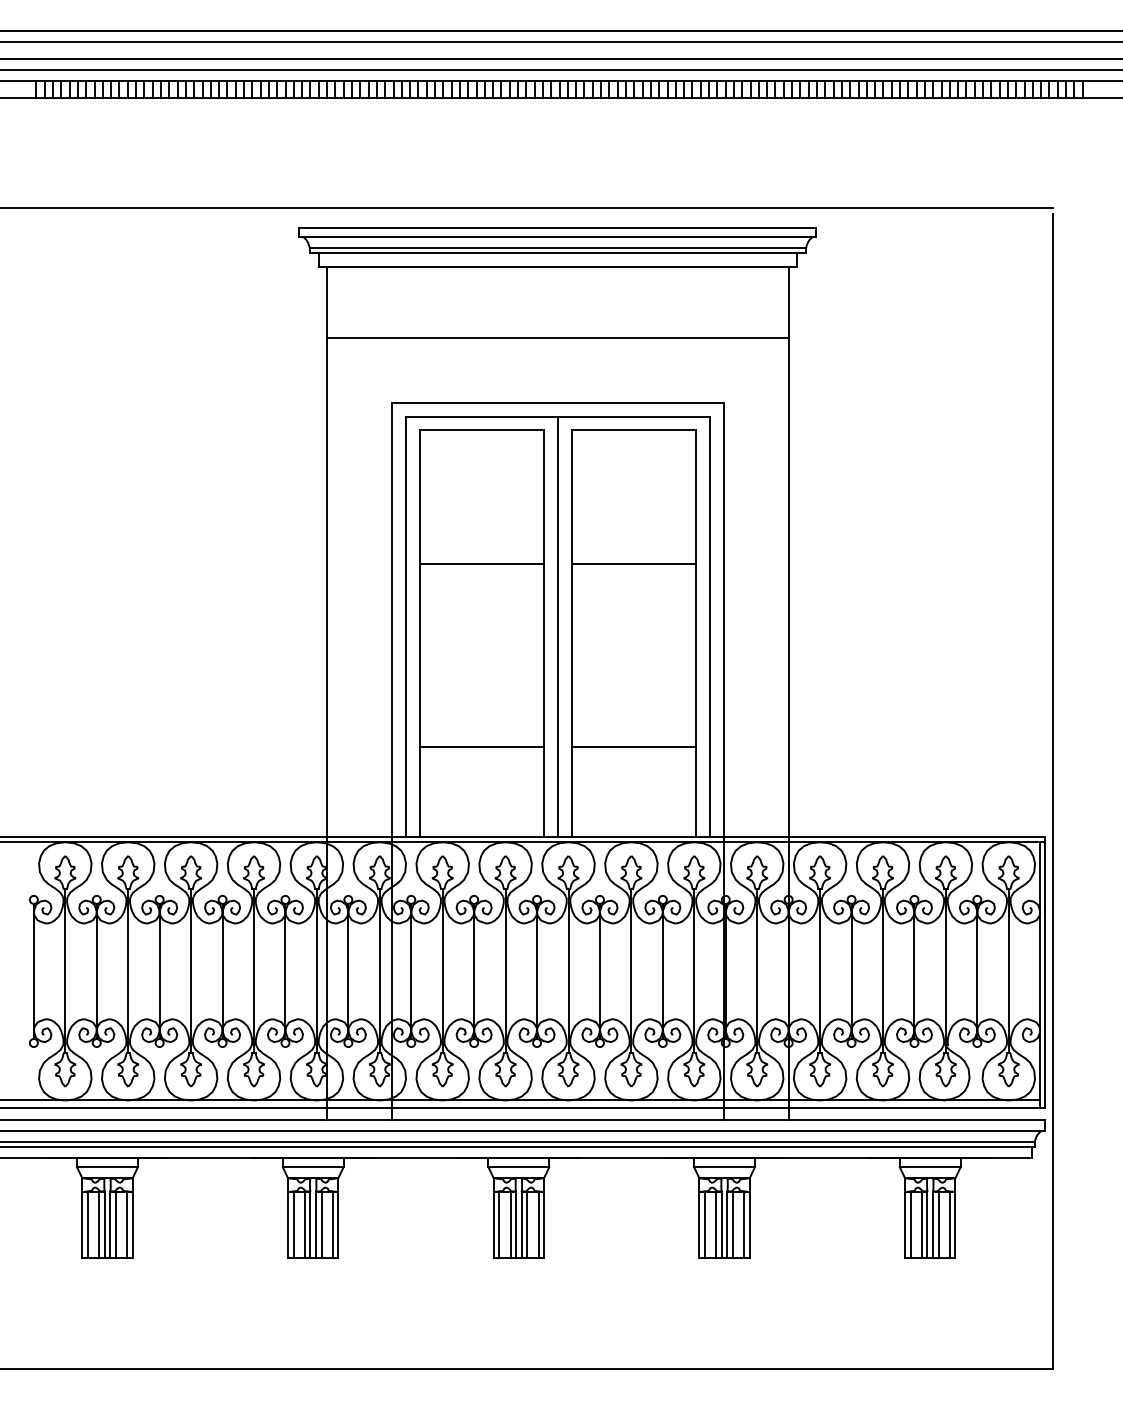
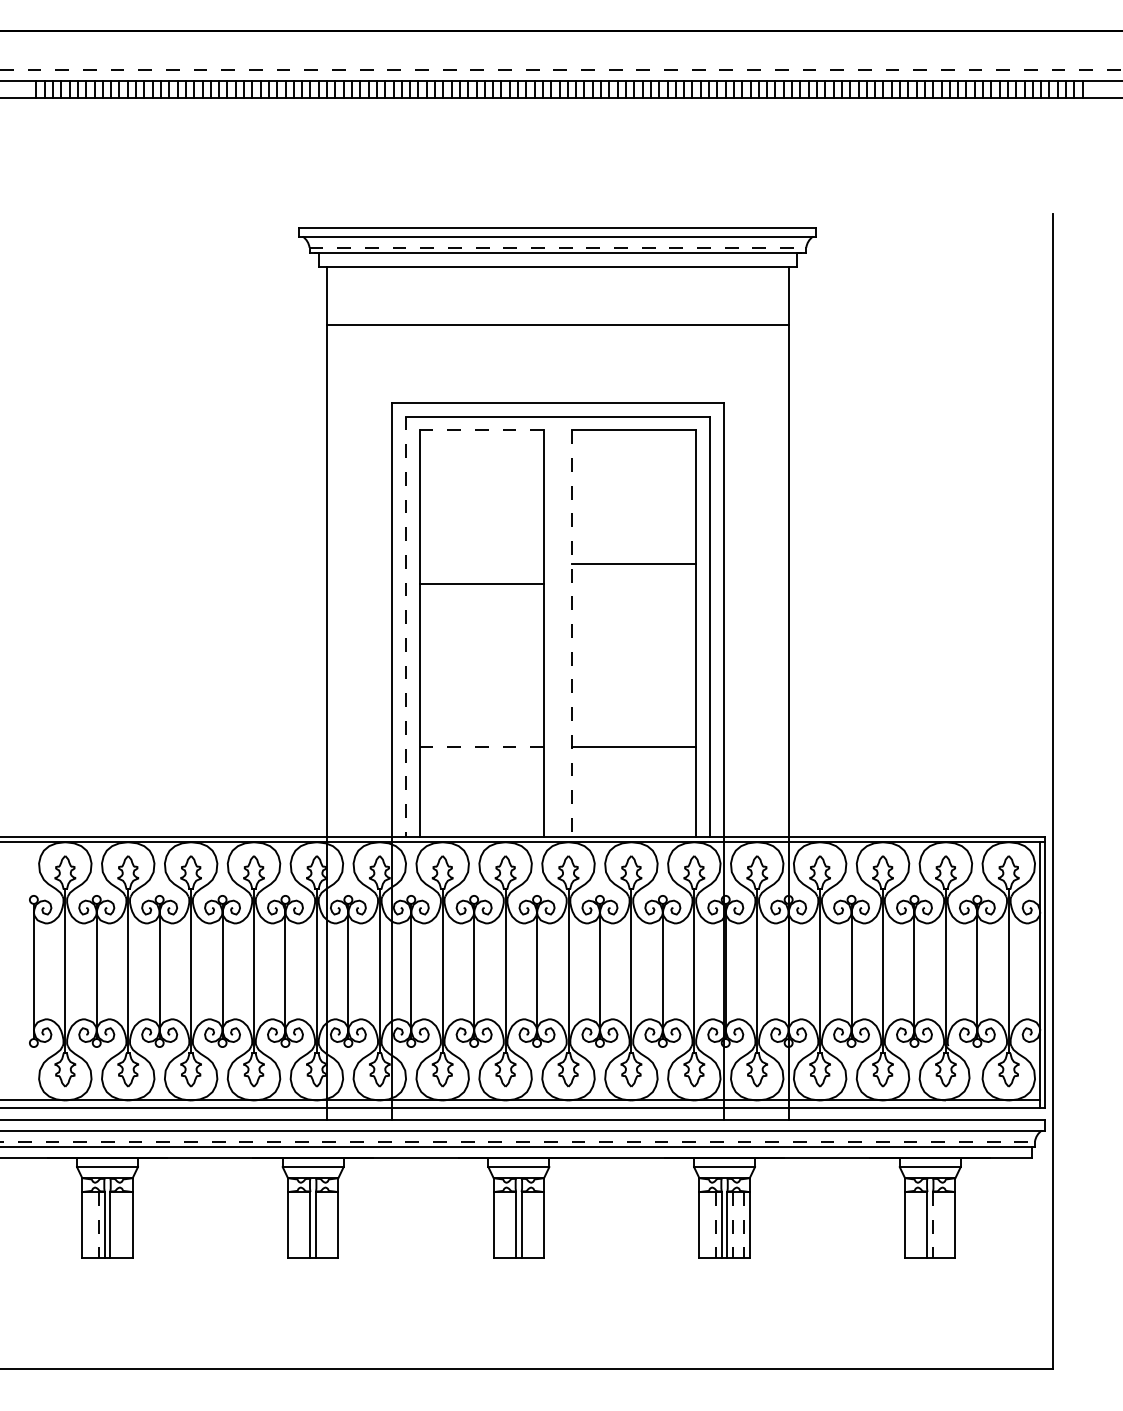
line at (560, 42): present -> none
line at (560, 58): present -> none
line at (561, 70): solid -> dashed
line at (527, 208): present -> none
line at (558, 247): solid -> dashed
line at (557, 337) position: (557, 337) -> (557, 324)
line at (482, 430): solid -> dashed
line at (481, 563) position: (481, 563) -> (481, 583)
line at (557, 626): present -> none
line at (405, 627): solid -> dashed
line at (571, 633): solid -> dashed
line at (481, 747): solid -> dashed
line at (518, 1141): solid -> dashed
line at (87, 1224): present -> none
line at (115, 1224): present -> none
line at (127, 1224): present -> none
line at (293, 1224): present -> none
line at (304, 1224): present -> none
line at (321, 1224): present -> none
line at (332, 1224): present -> none
line at (499, 1224): present -> none
line at (510, 1224): present -> none
line at (527, 1224): present -> none
line at (538, 1224): present -> none
line at (704, 1224): present -> none
line at (910, 1224): present -> none
line at (921, 1224): present -> none
line at (938, 1224): present -> none
line at (949, 1224): present -> none
line at (99, 1225): solid -> dashed
line at (716, 1225): solid -> dashed
line at (732, 1225): solid -> dashed
line at (744, 1225): solid -> dashed
line at (933, 1225): solid -> dashed
